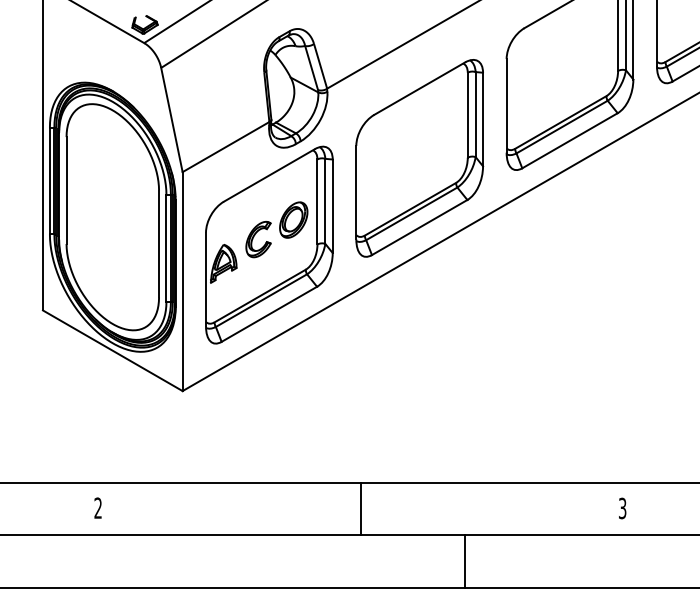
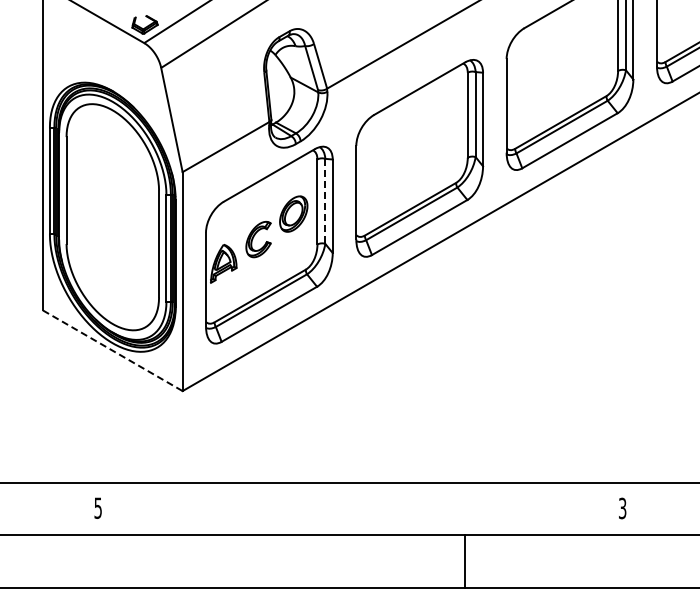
line at (325, 201): solid -> dashed
part at (293, 219) position: (293, 219) -> (293, 213)
line at (112, 350): solid -> dashed
text at (97, 507): 2 -> 5
line at (360, 509): present -> none
